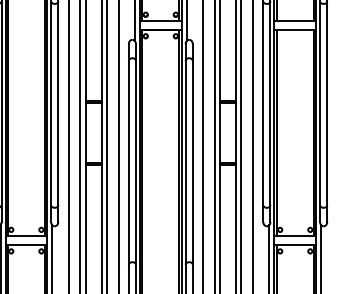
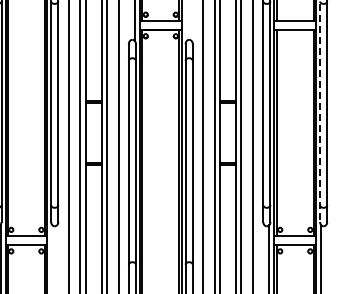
line at (186, 21): present -> none
line at (320, 111): solid -> dashed
line at (52, 257): present -> none
